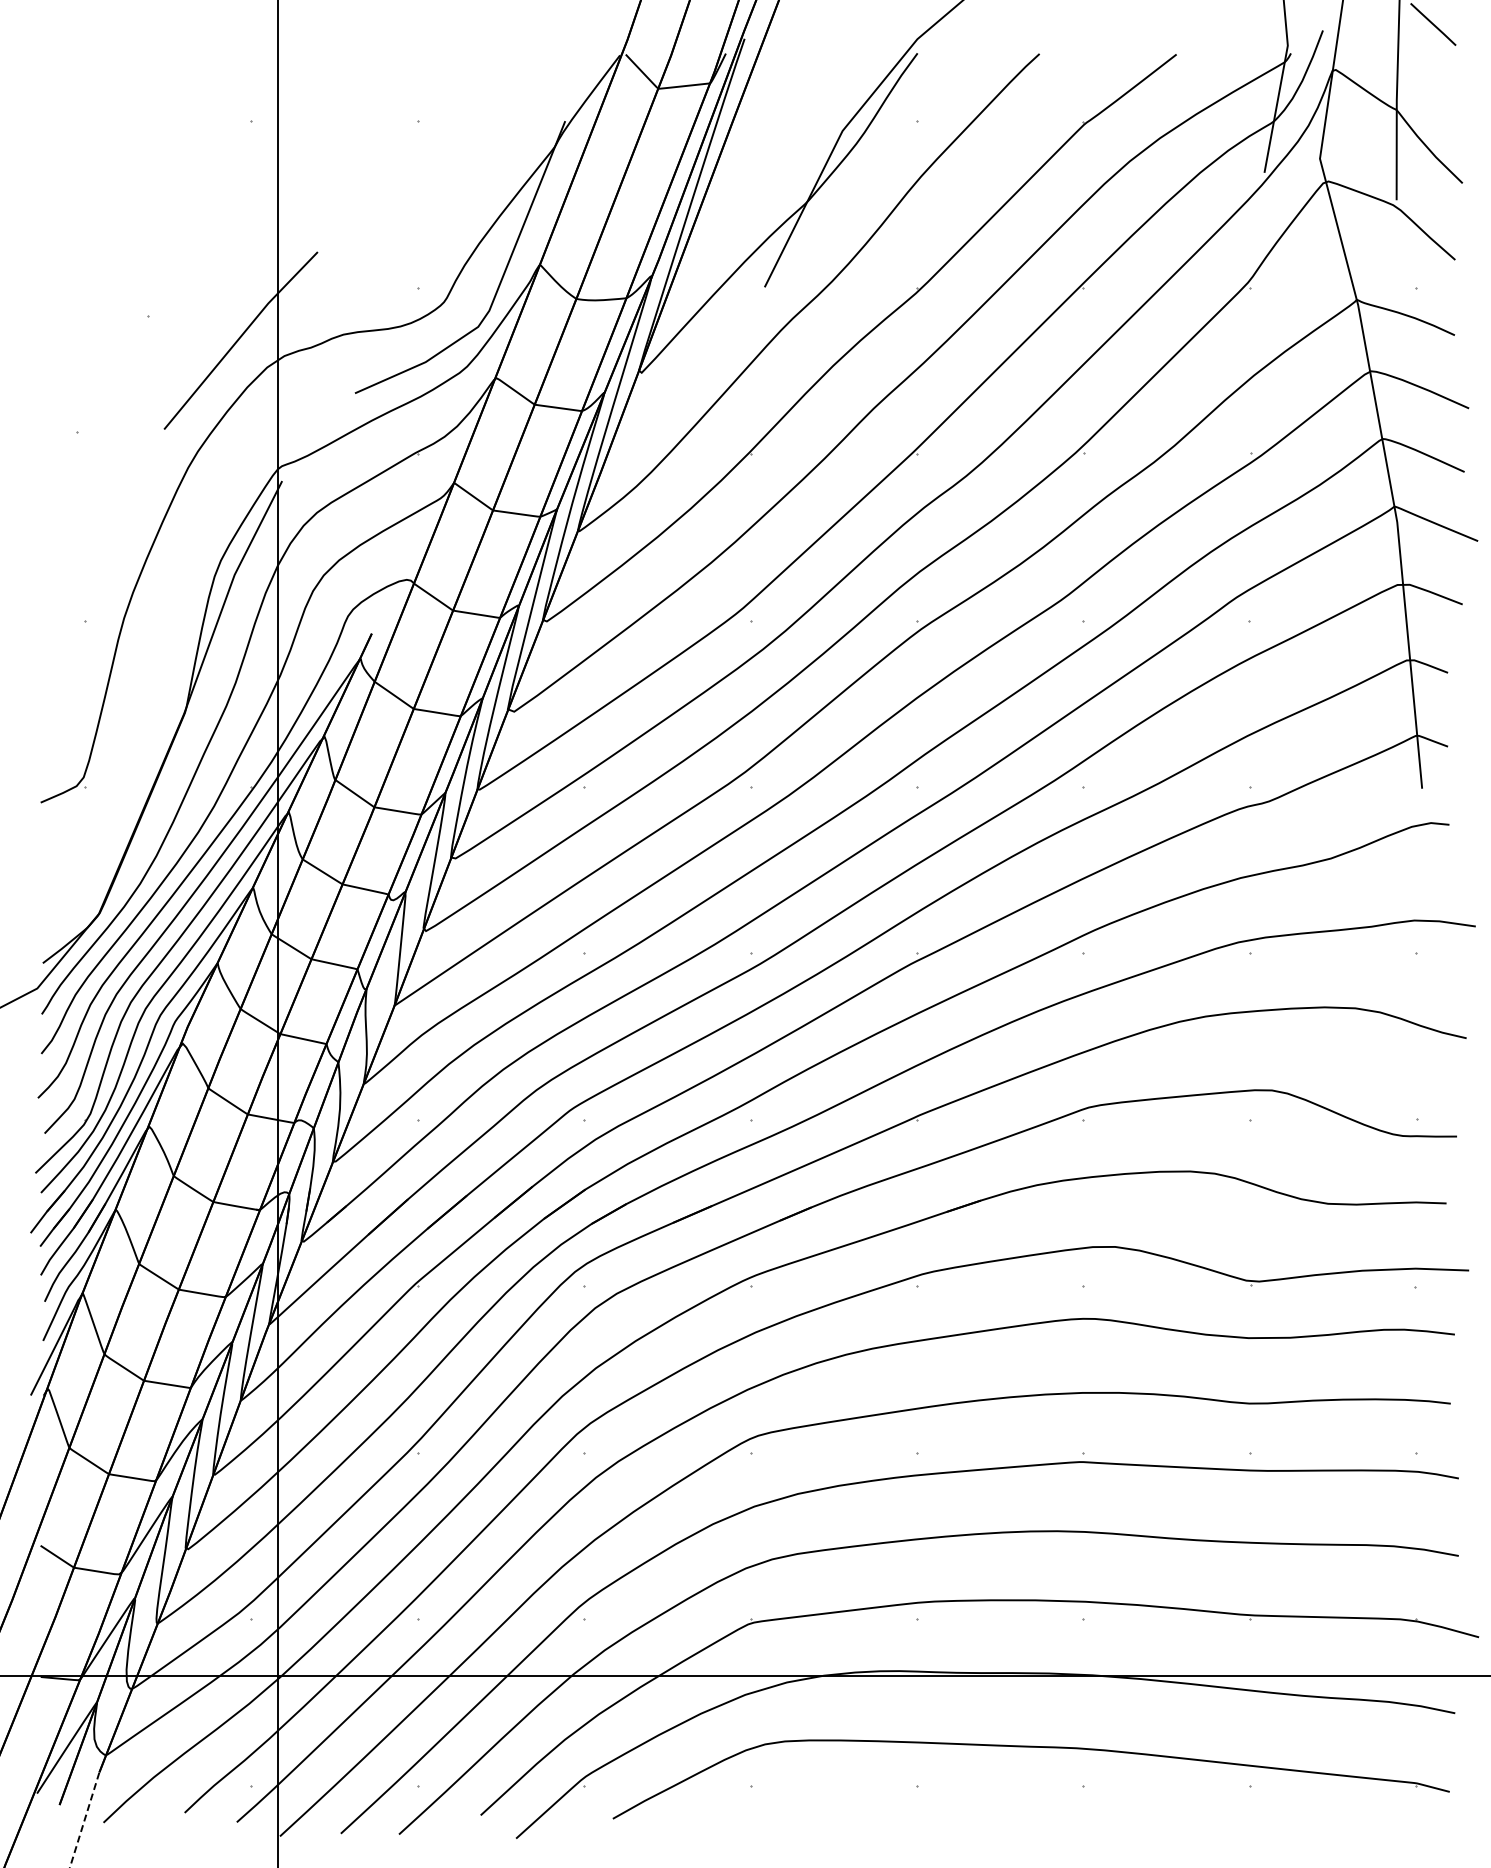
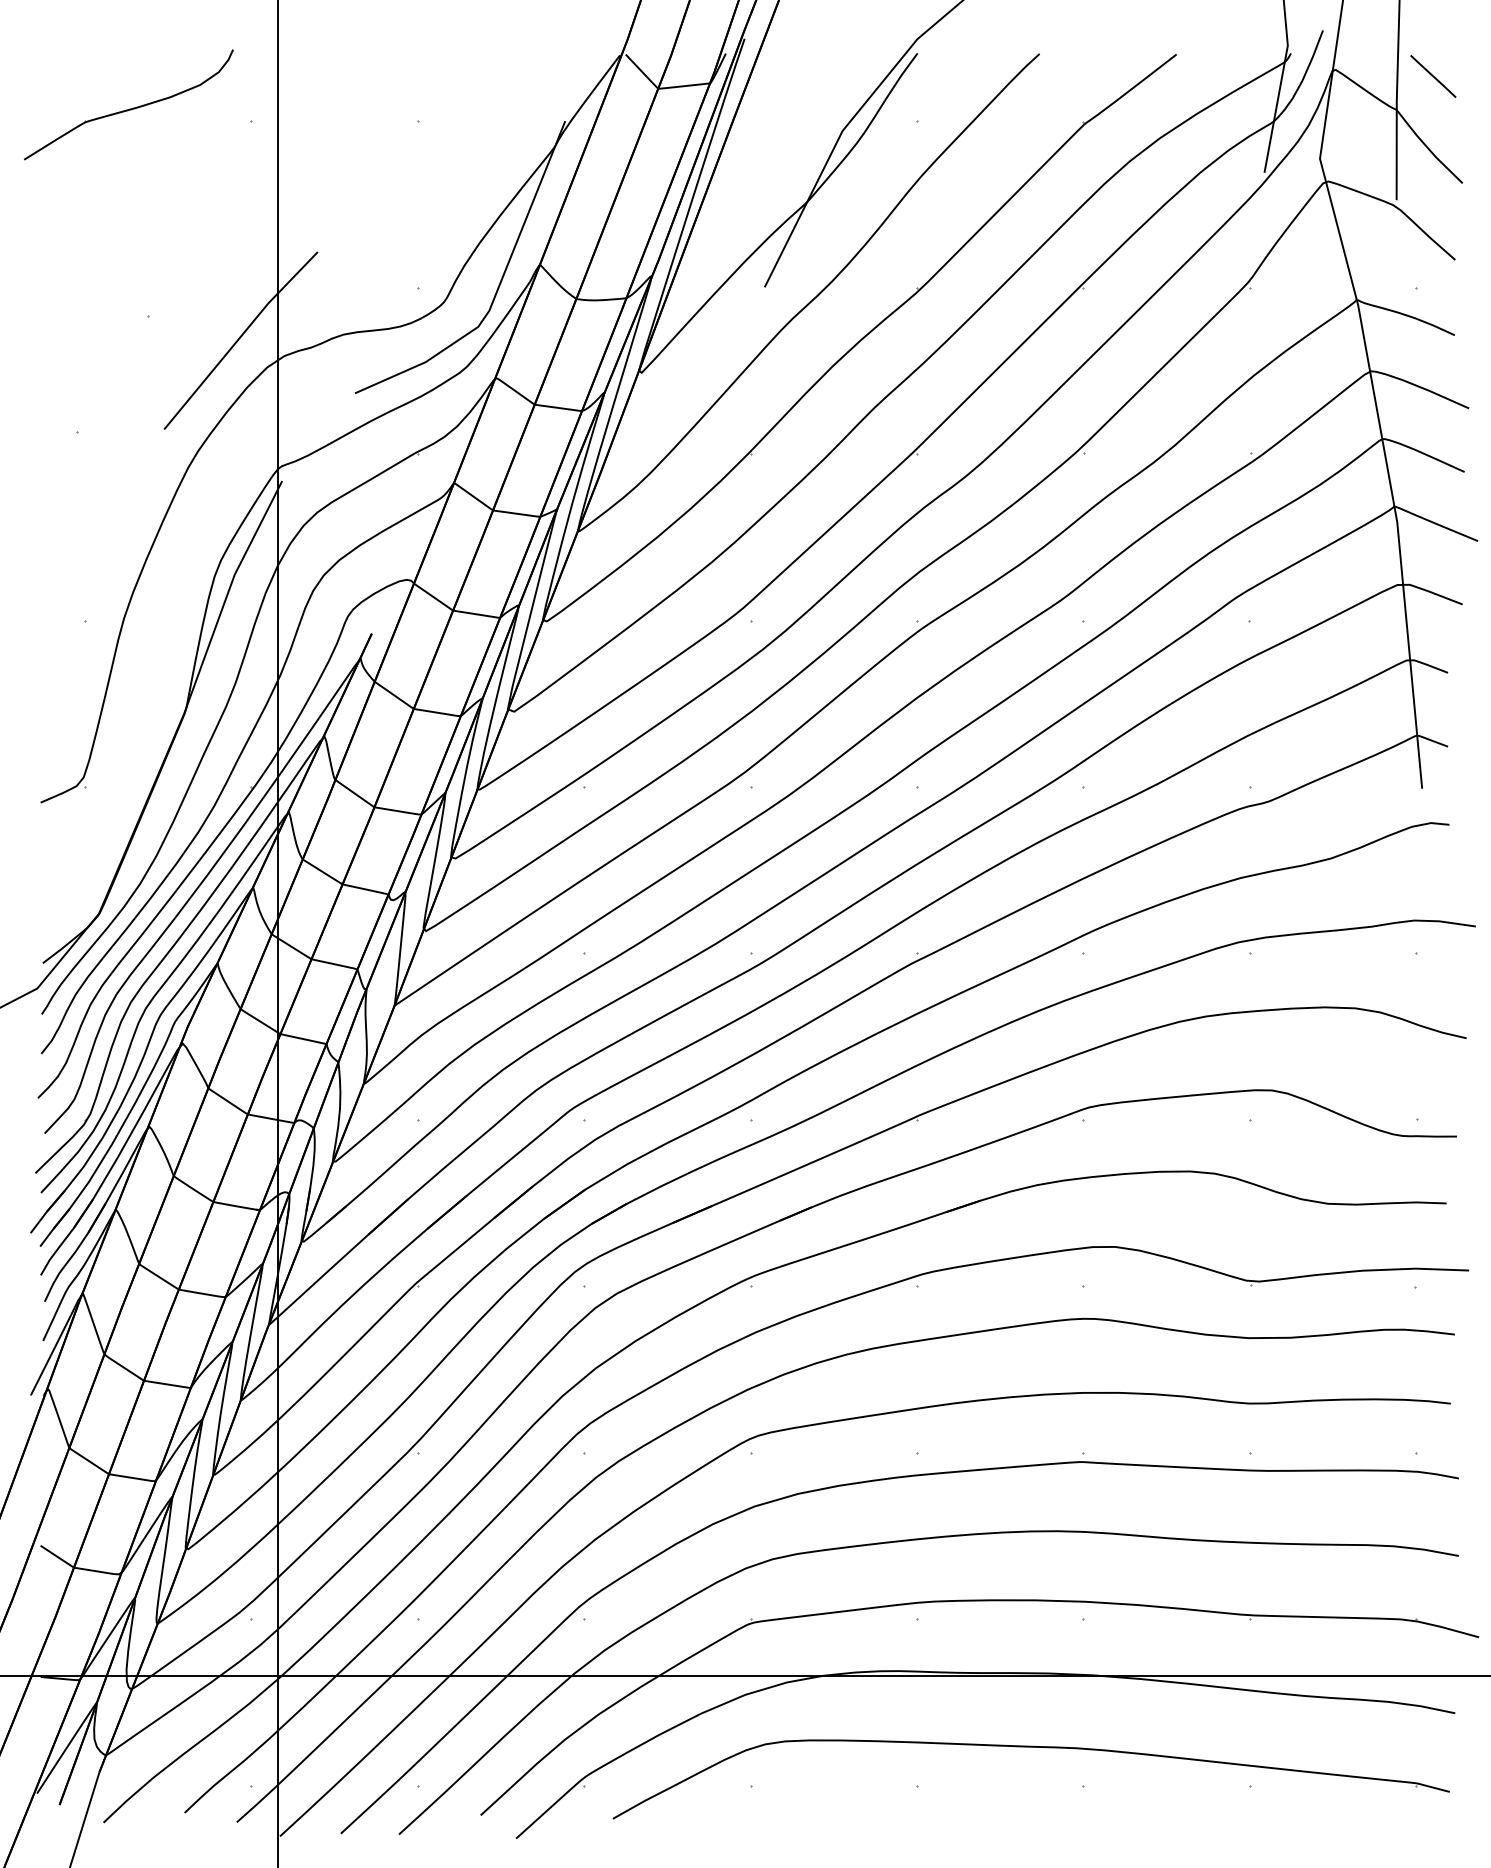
line at (1433, 24) position: (1433, 24) -> (1433, 76)
part at (128, 104): none -> present
line at (84, 1819): dashed -> solid
